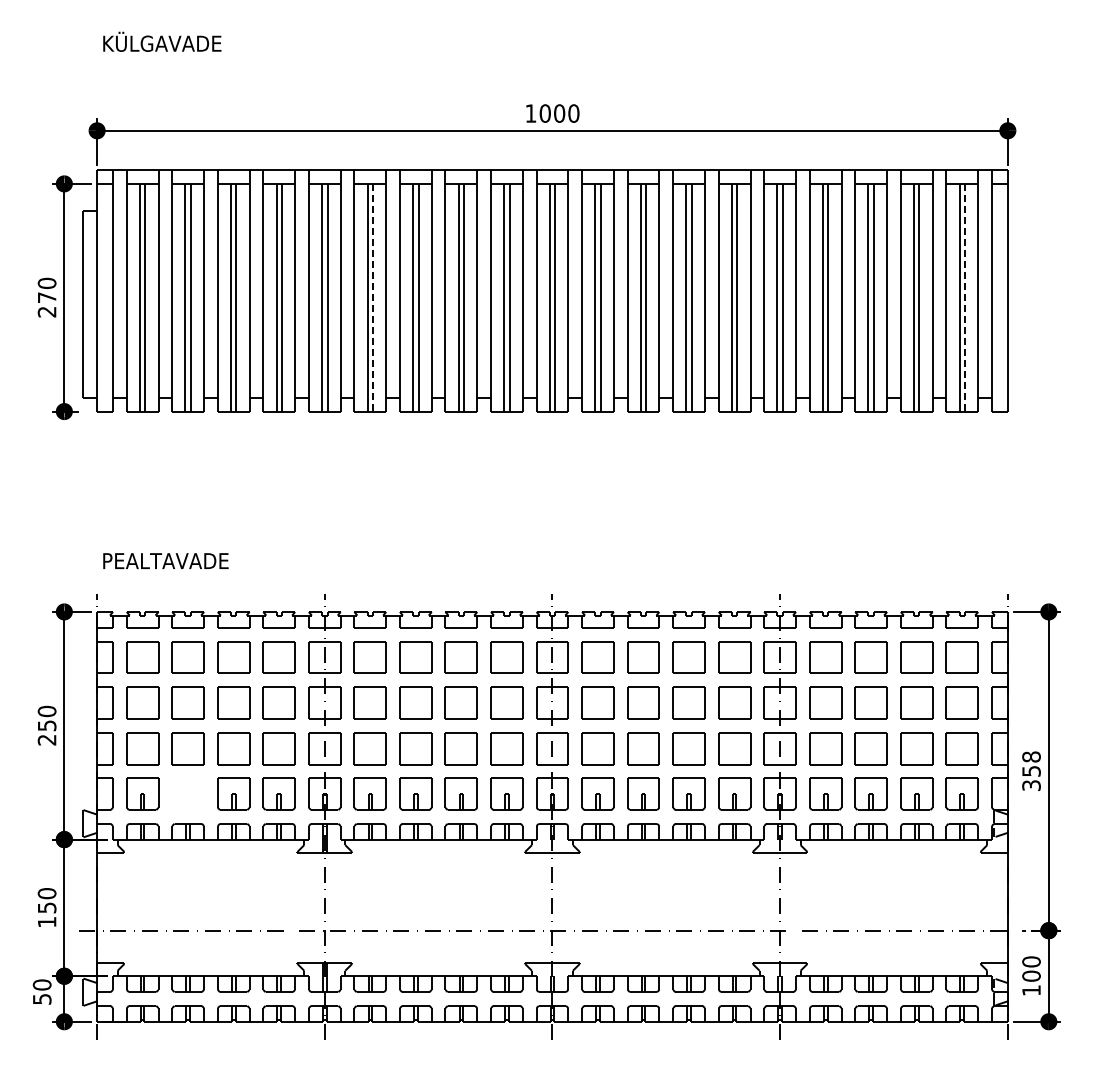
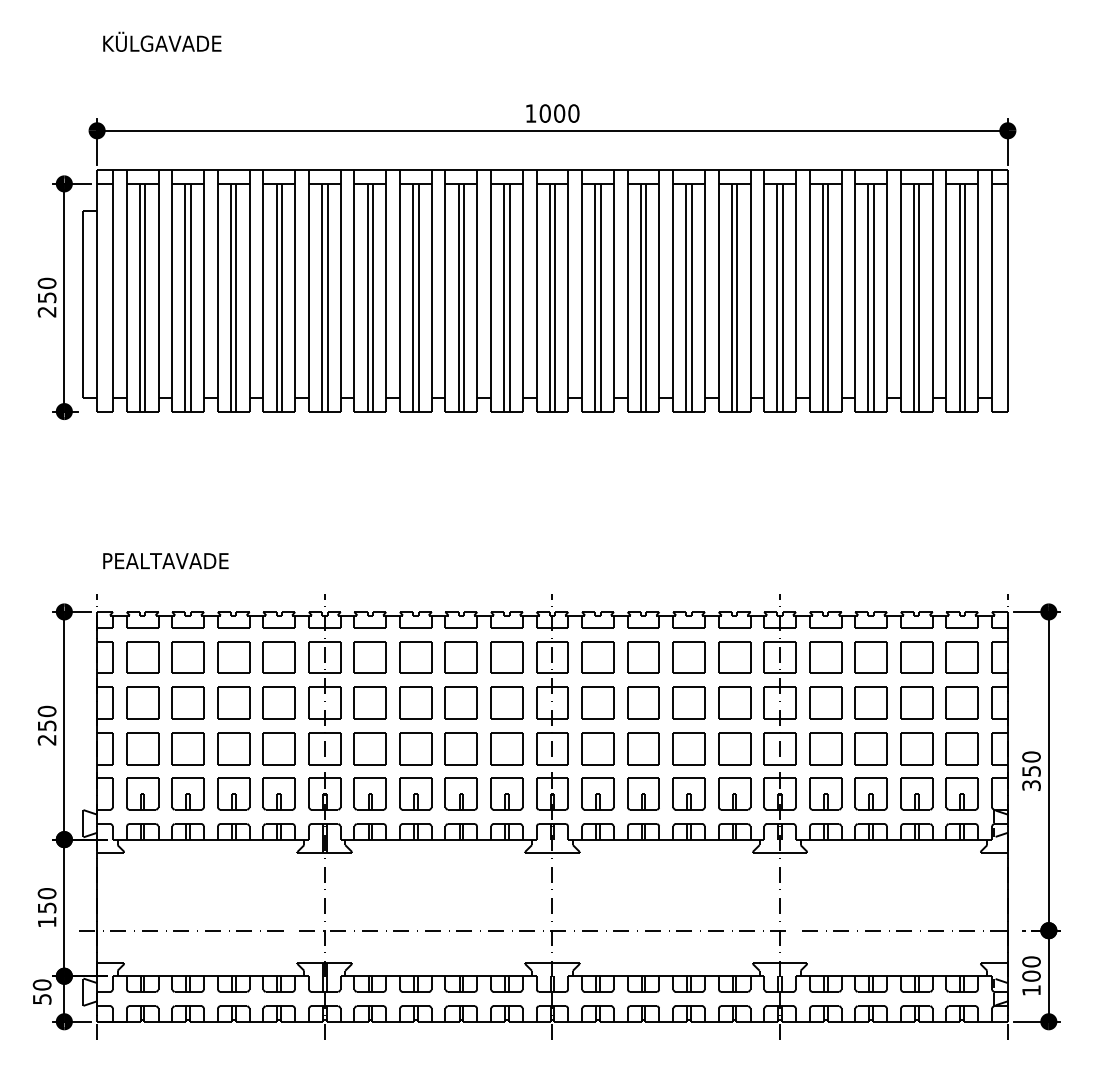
text at (47, 297): 270 -> 250
line at (373, 297): dashed -> solid
line at (965, 297): dashed -> solid
text at (1031, 756): 358 -> 350
part at (187, 793): none -> present
